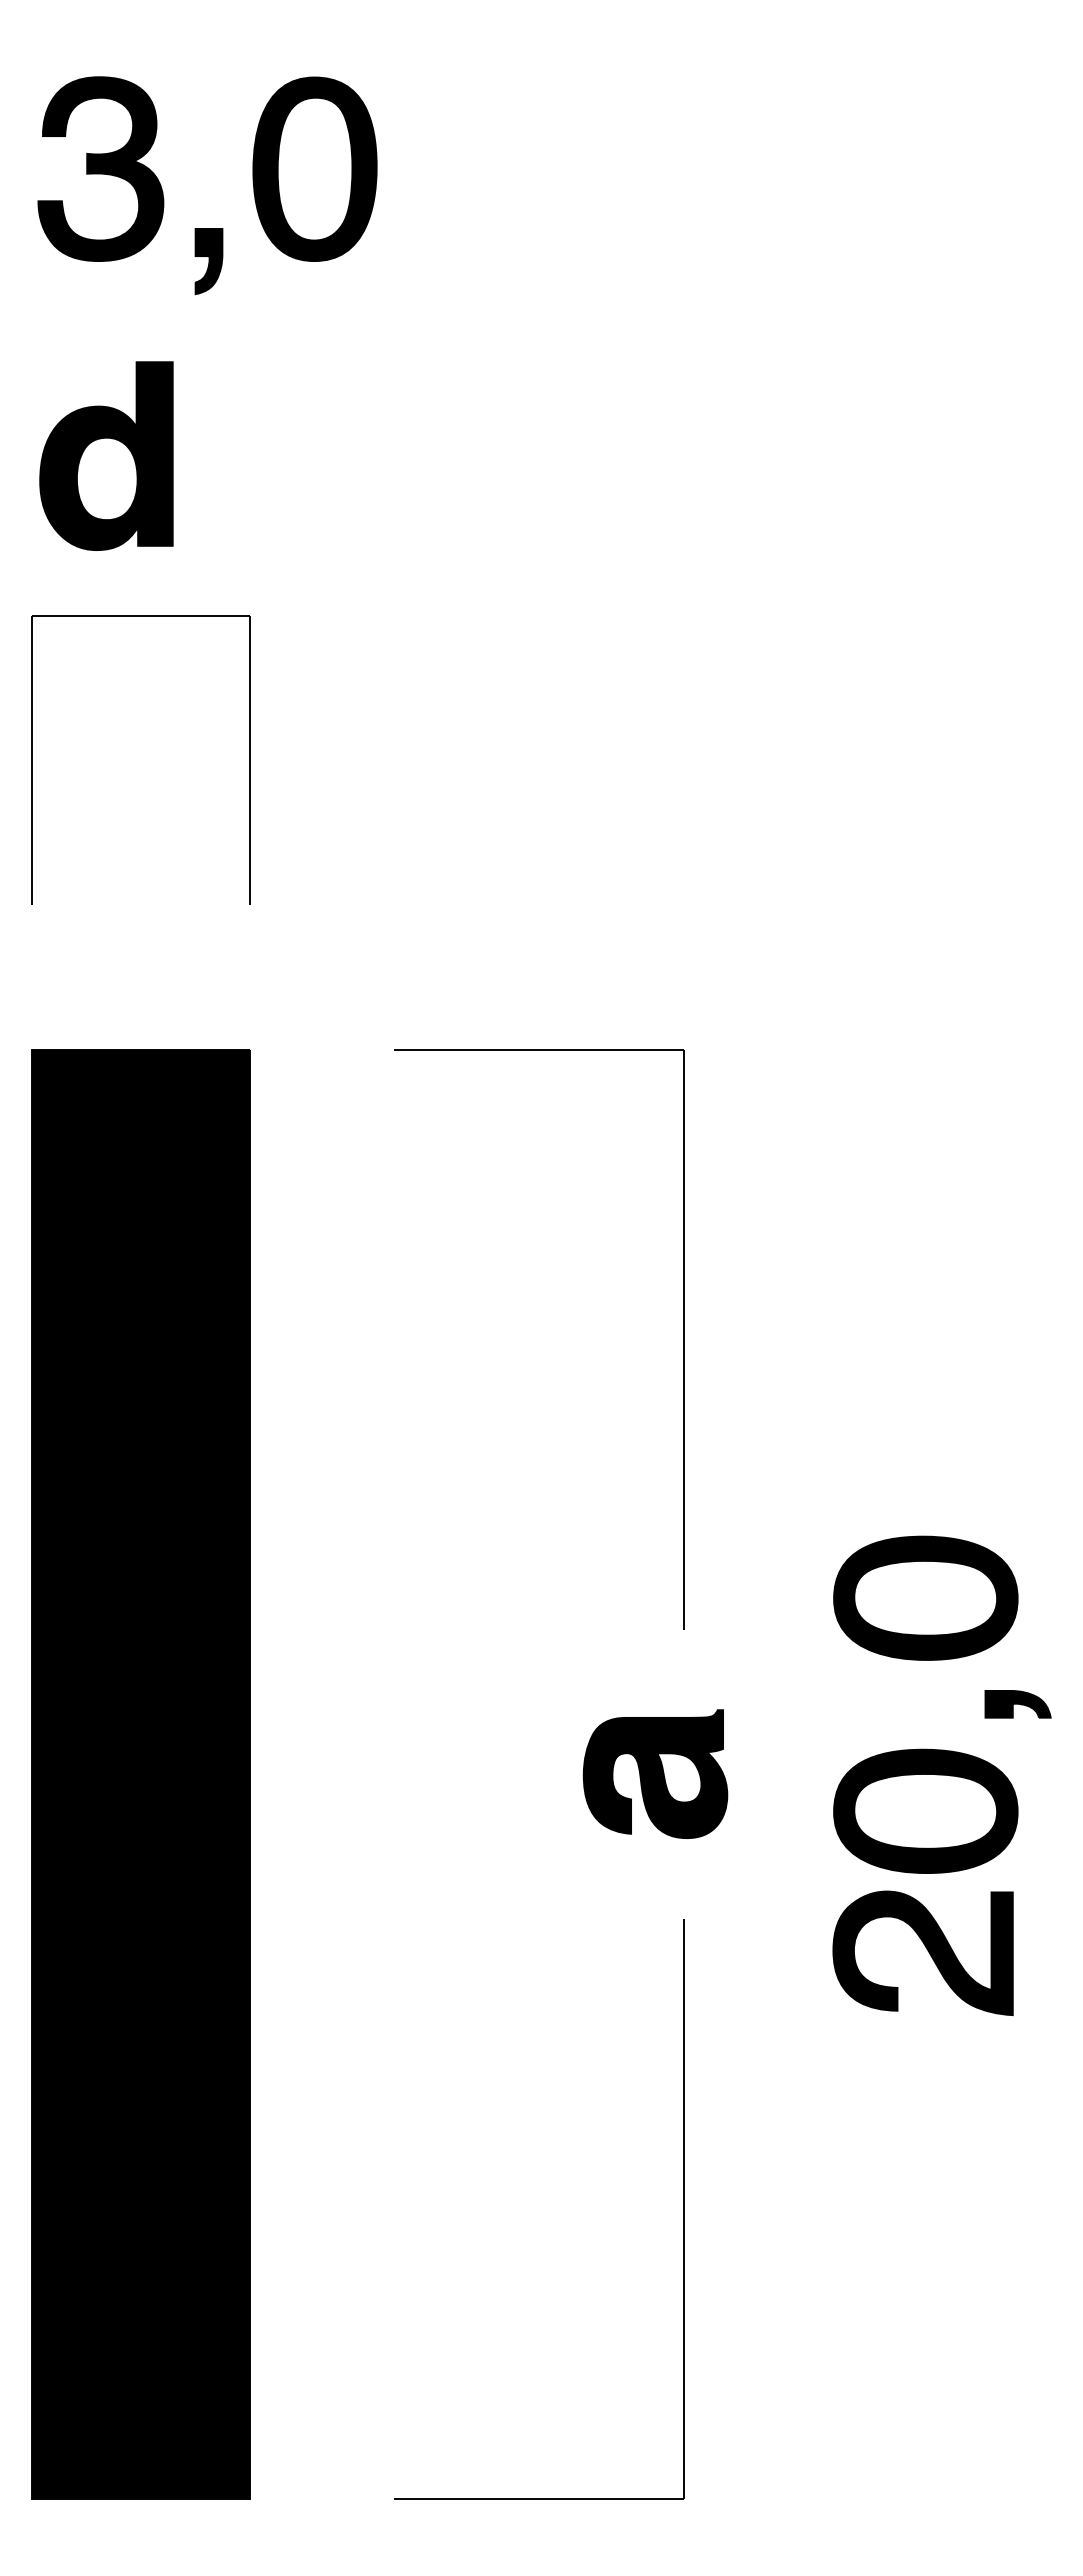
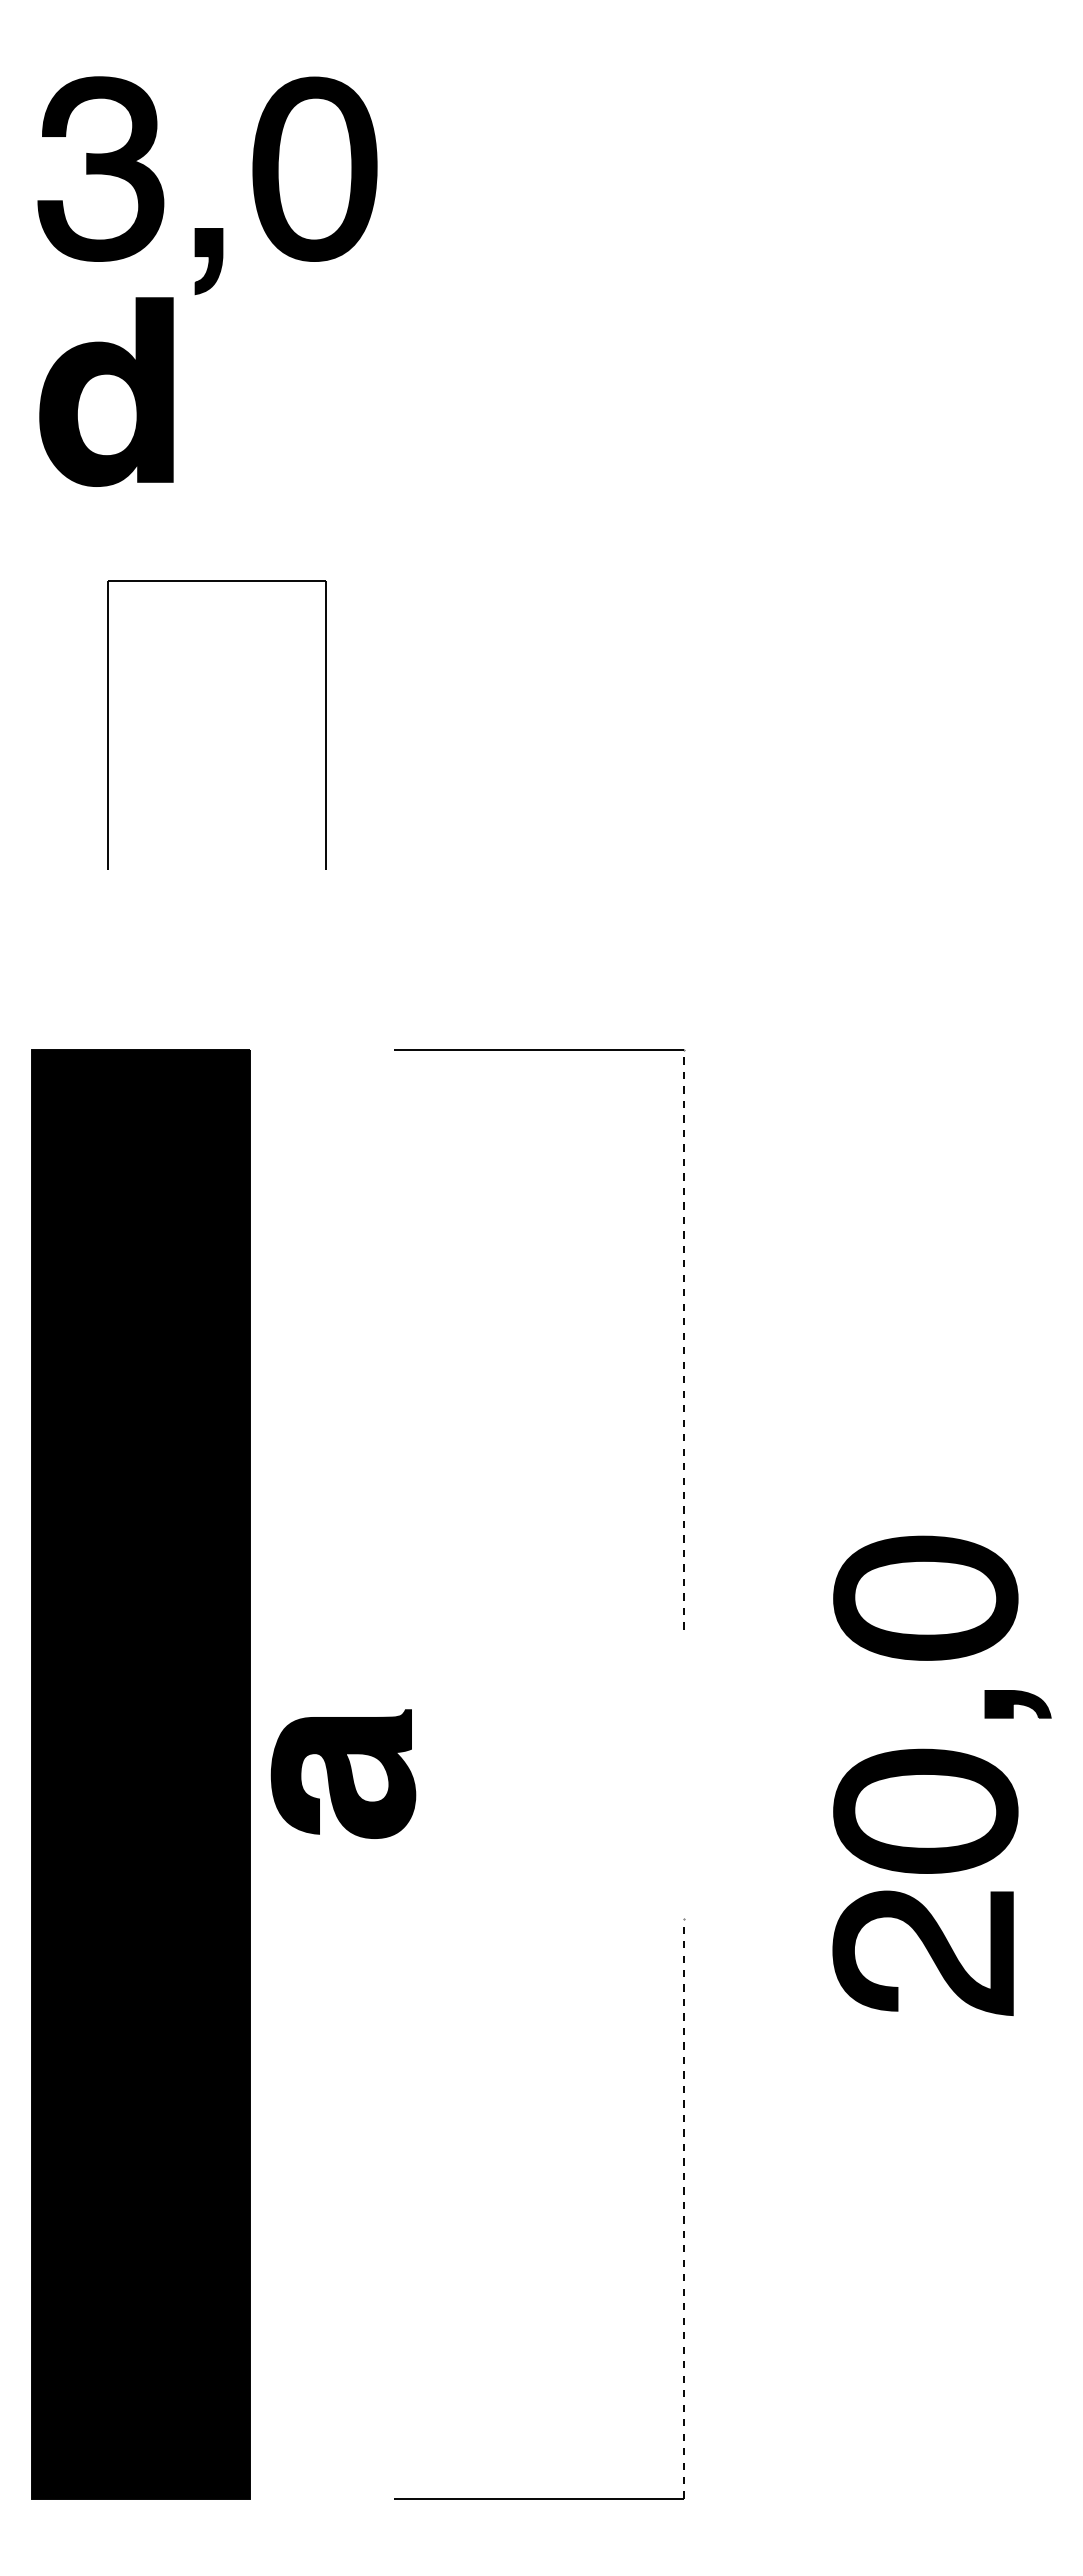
part at (106, 455) position: (106, 455) -> (106, 391)
part at (32, 759) position: (32, 759) -> (108, 724)
line at (684, 1339): solid -> dashed
part at (655, 1773) position: (655, 1773) -> (343, 1773)
line at (684, 2209): solid -> dashed
